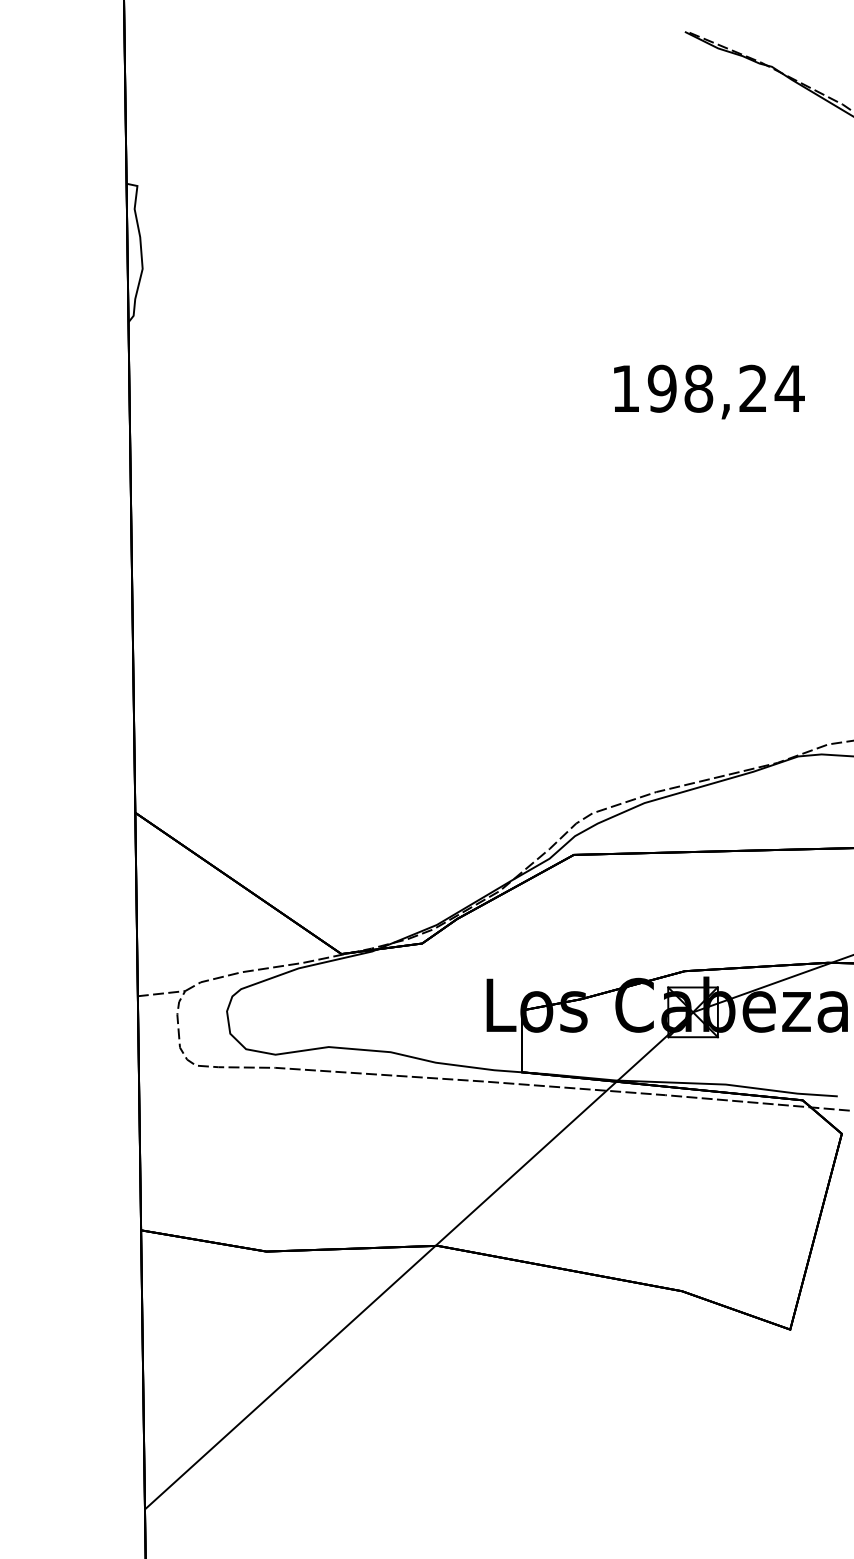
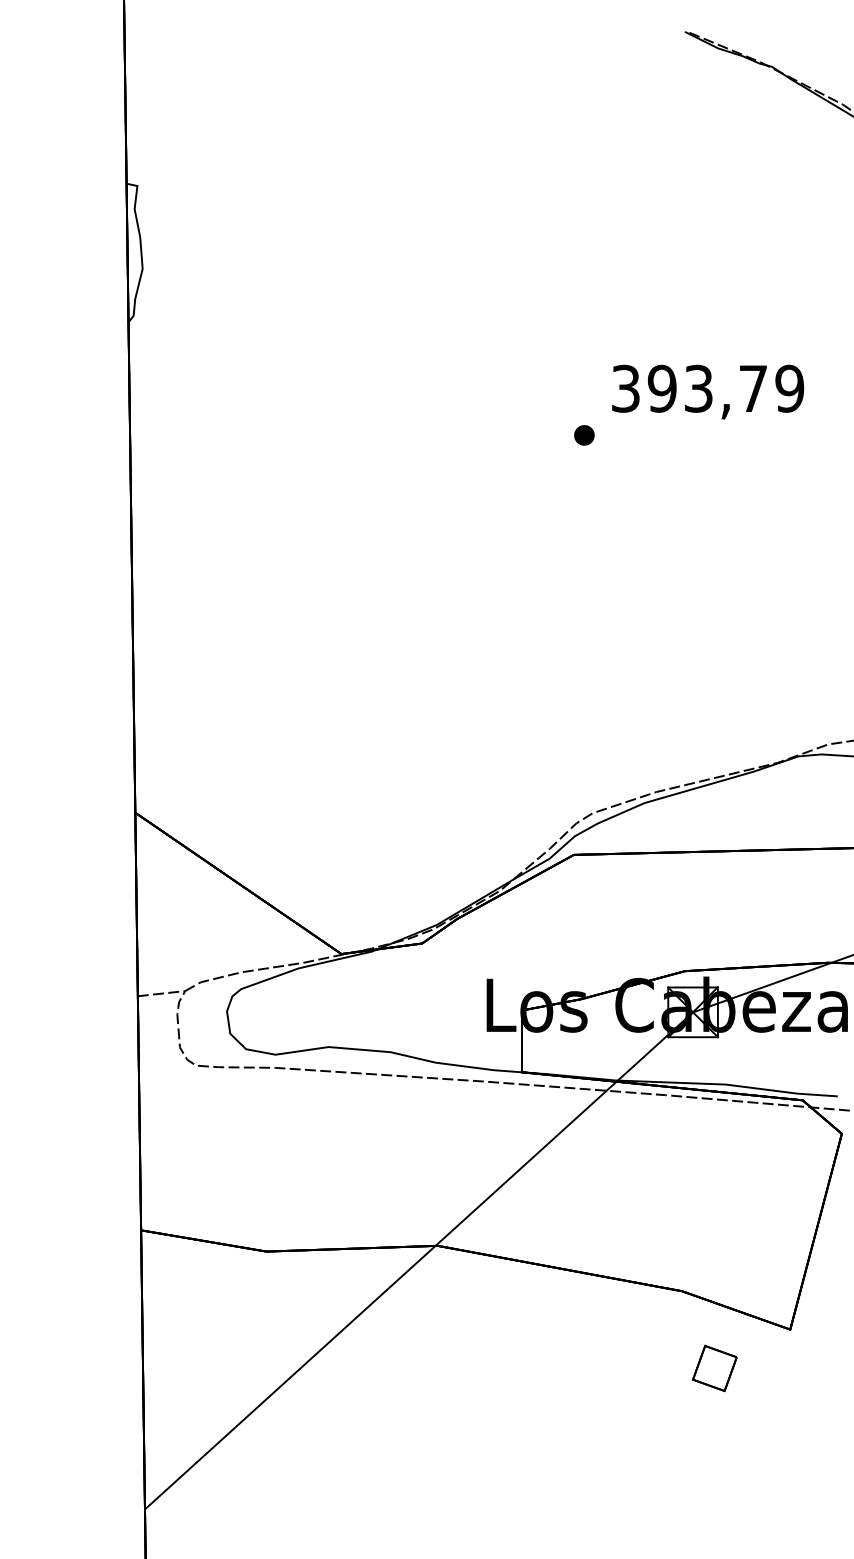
text at (708, 388): 198,24 -> 393,79
part at (584, 435): none -> present
part at (714, 1368): none -> present
